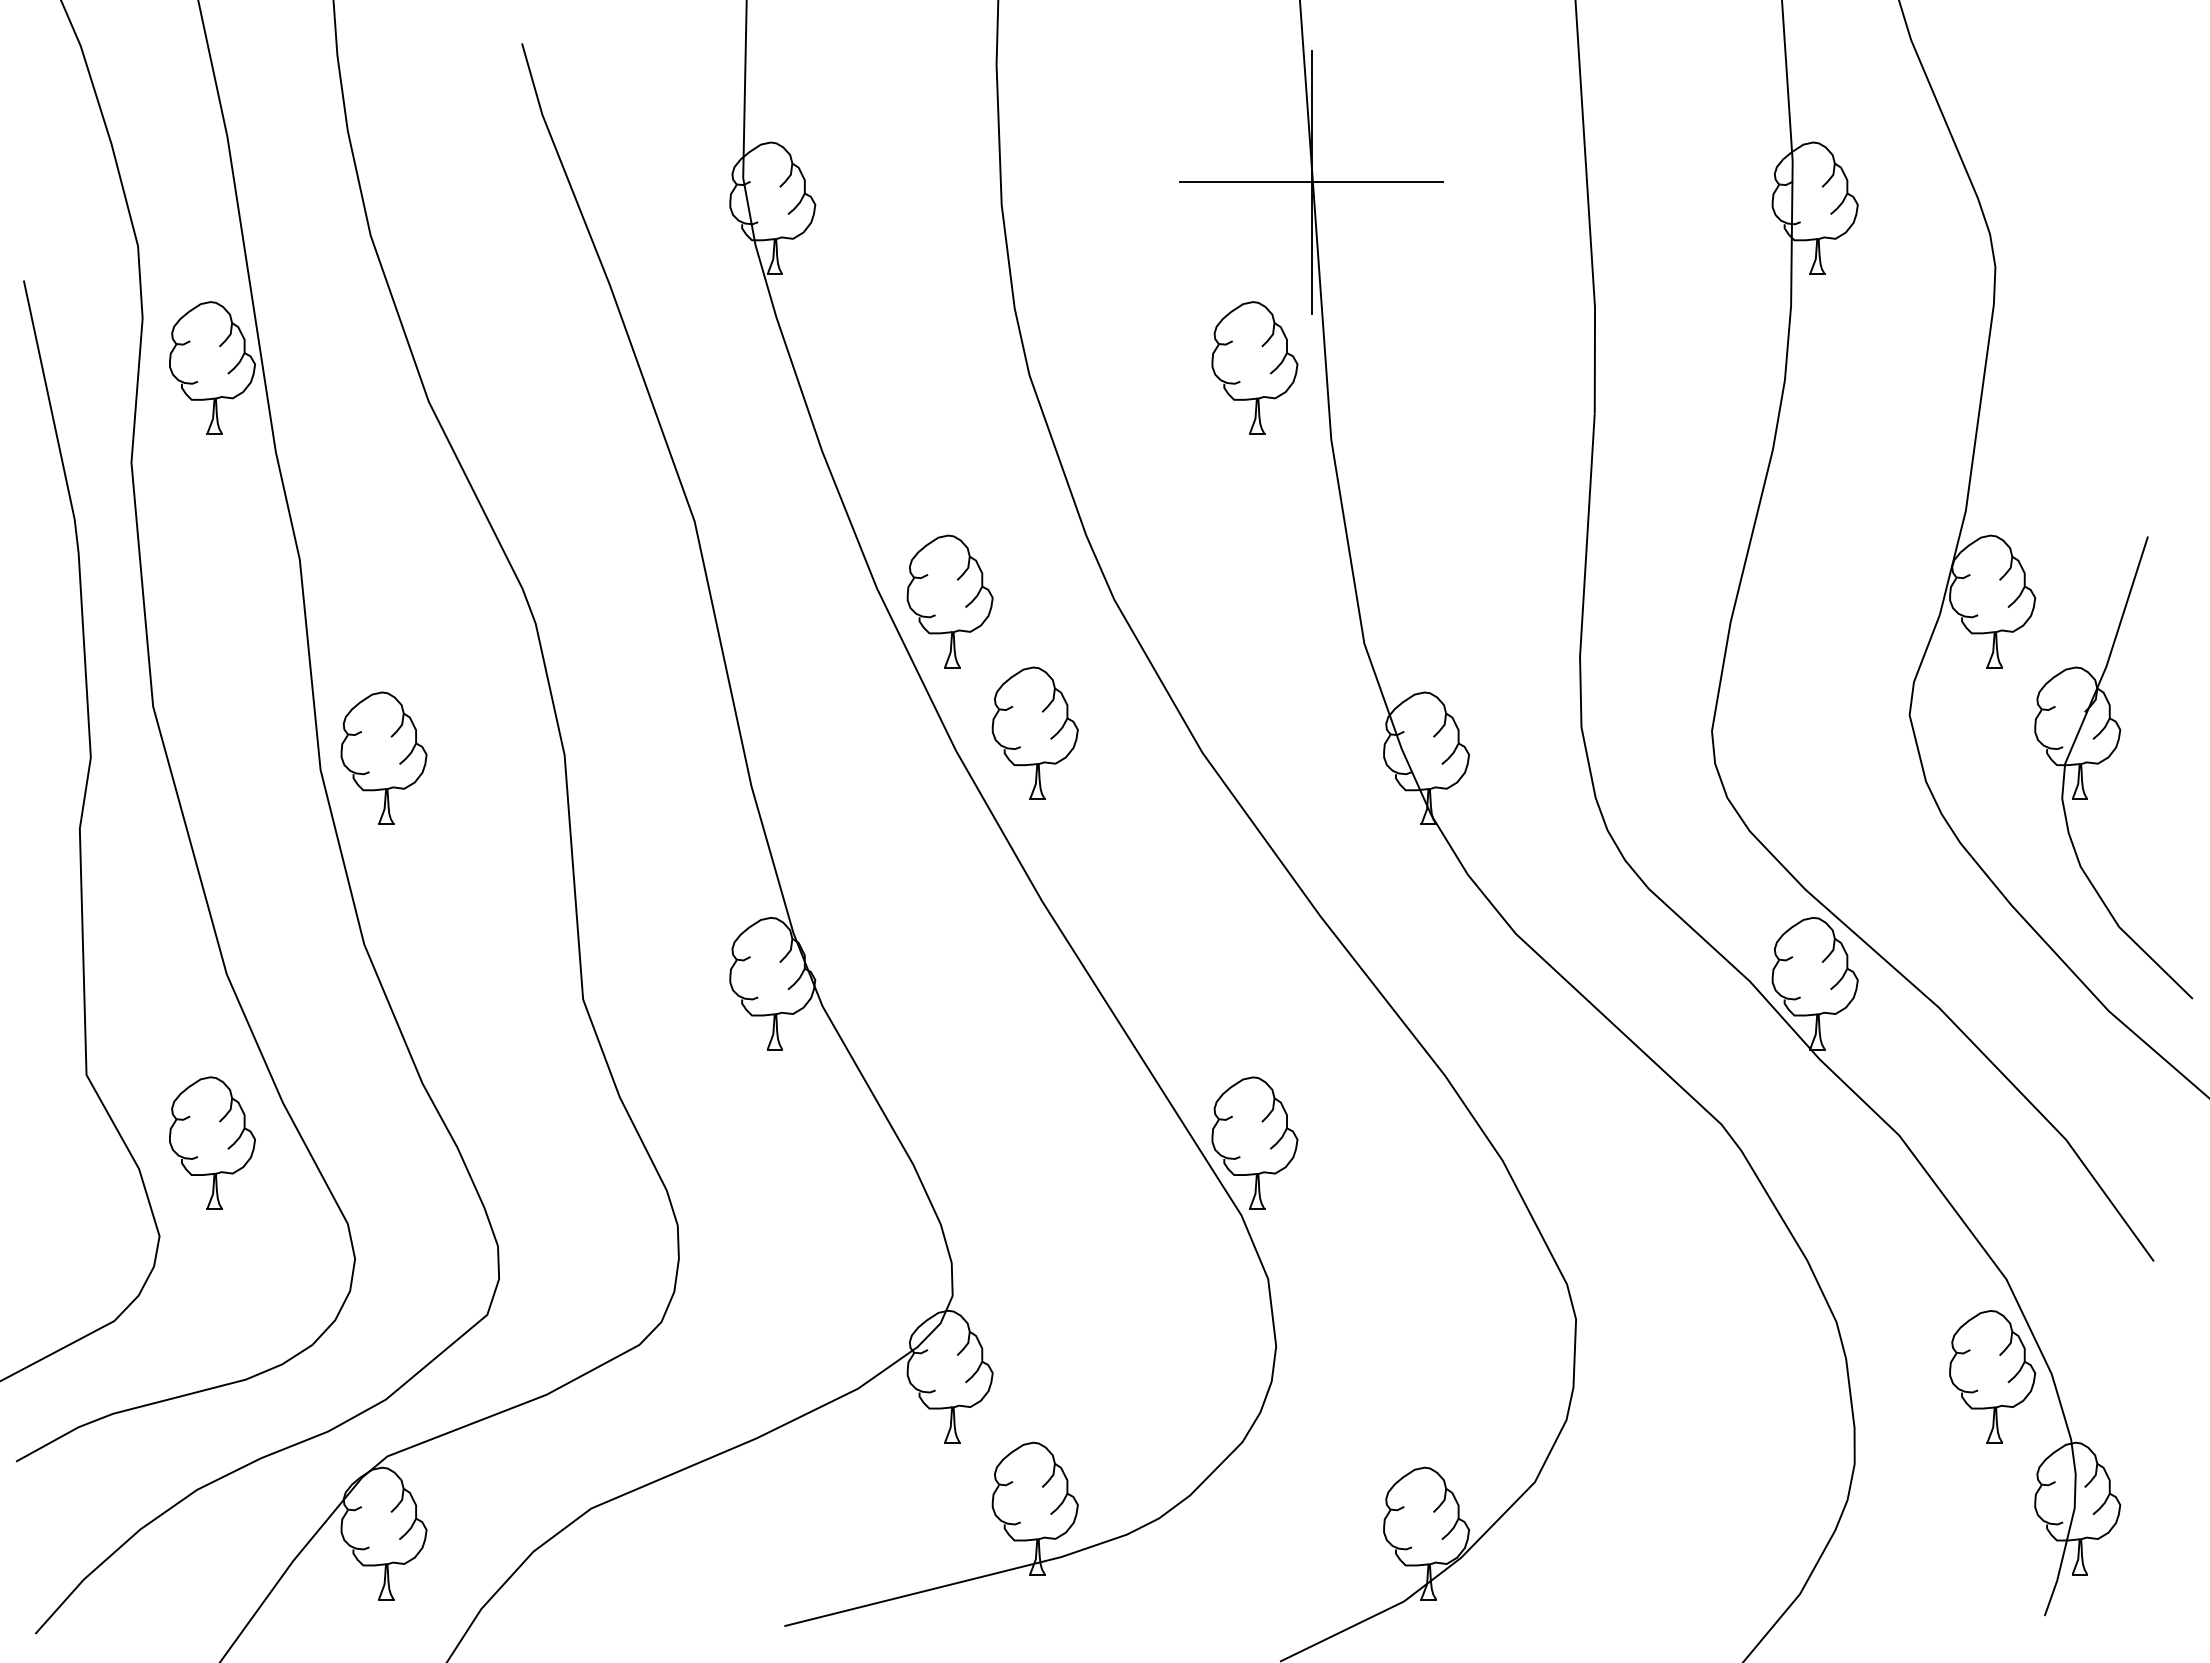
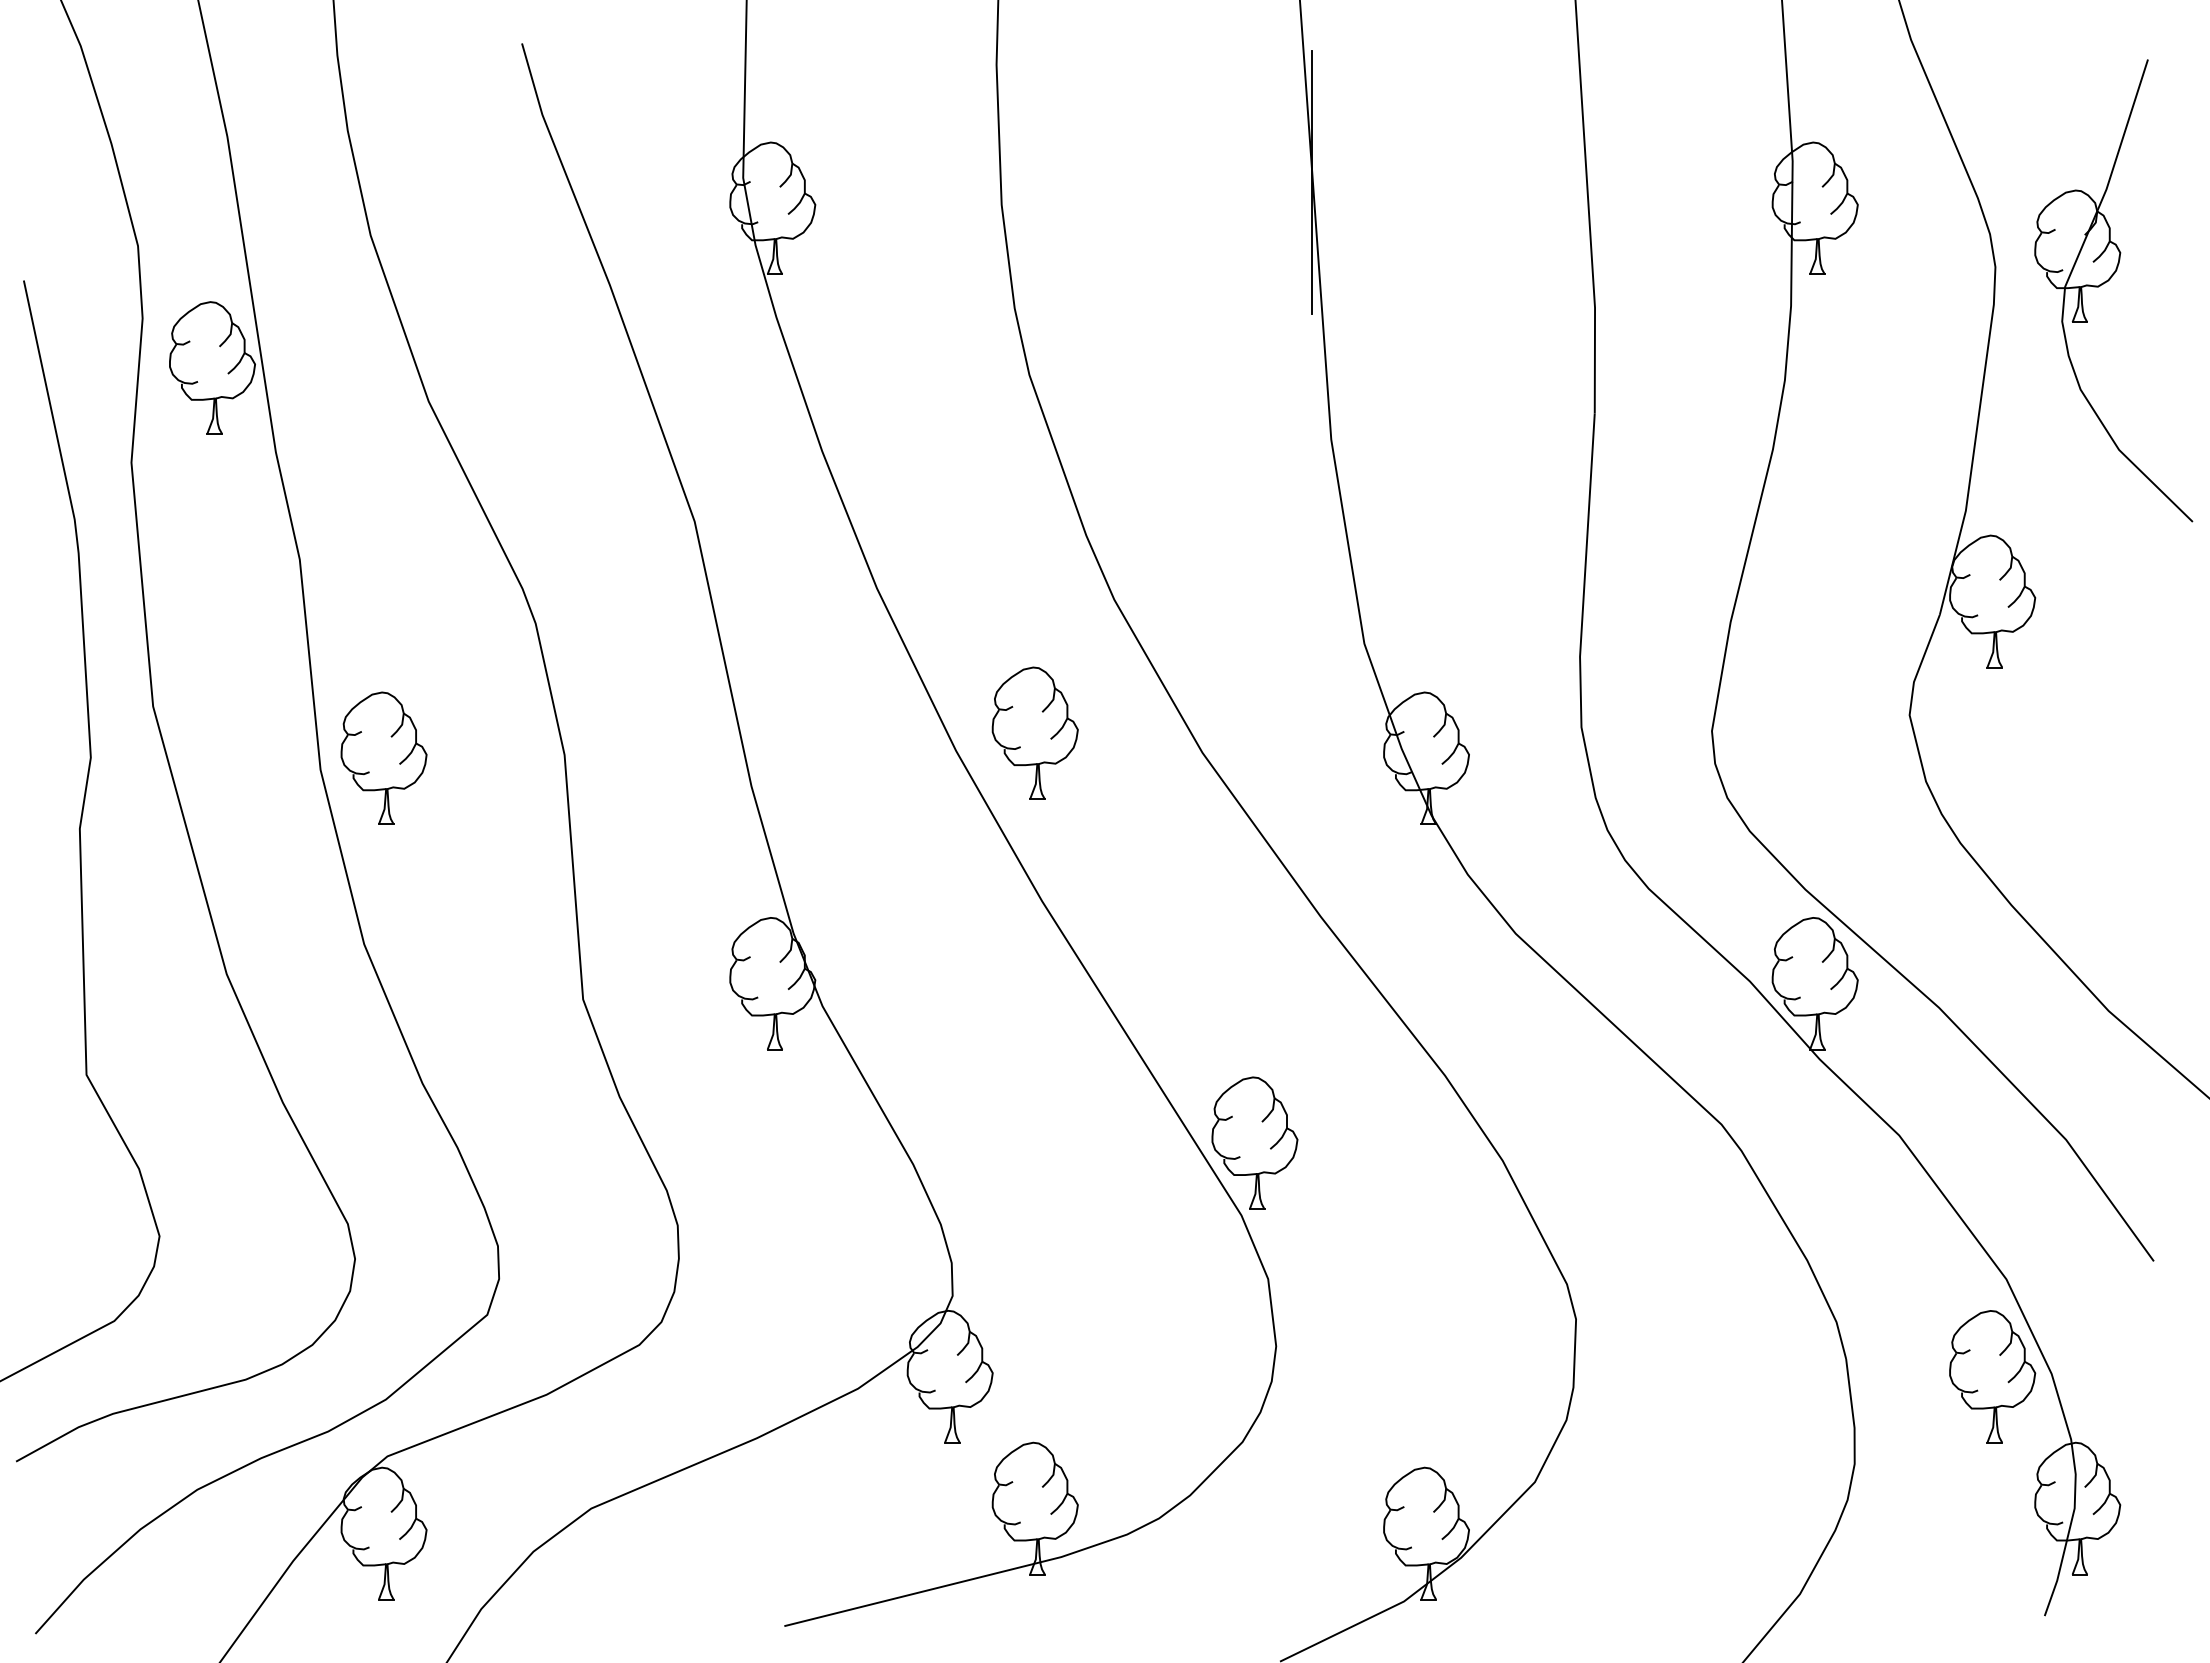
line at (1311, 182): present -> none
part at (1254, 367): present -> none
part at (949, 601): present -> none
part at (2107, 759) position: (2107, 759) -> (2107, 282)
part at (212, 1142): present -> none
